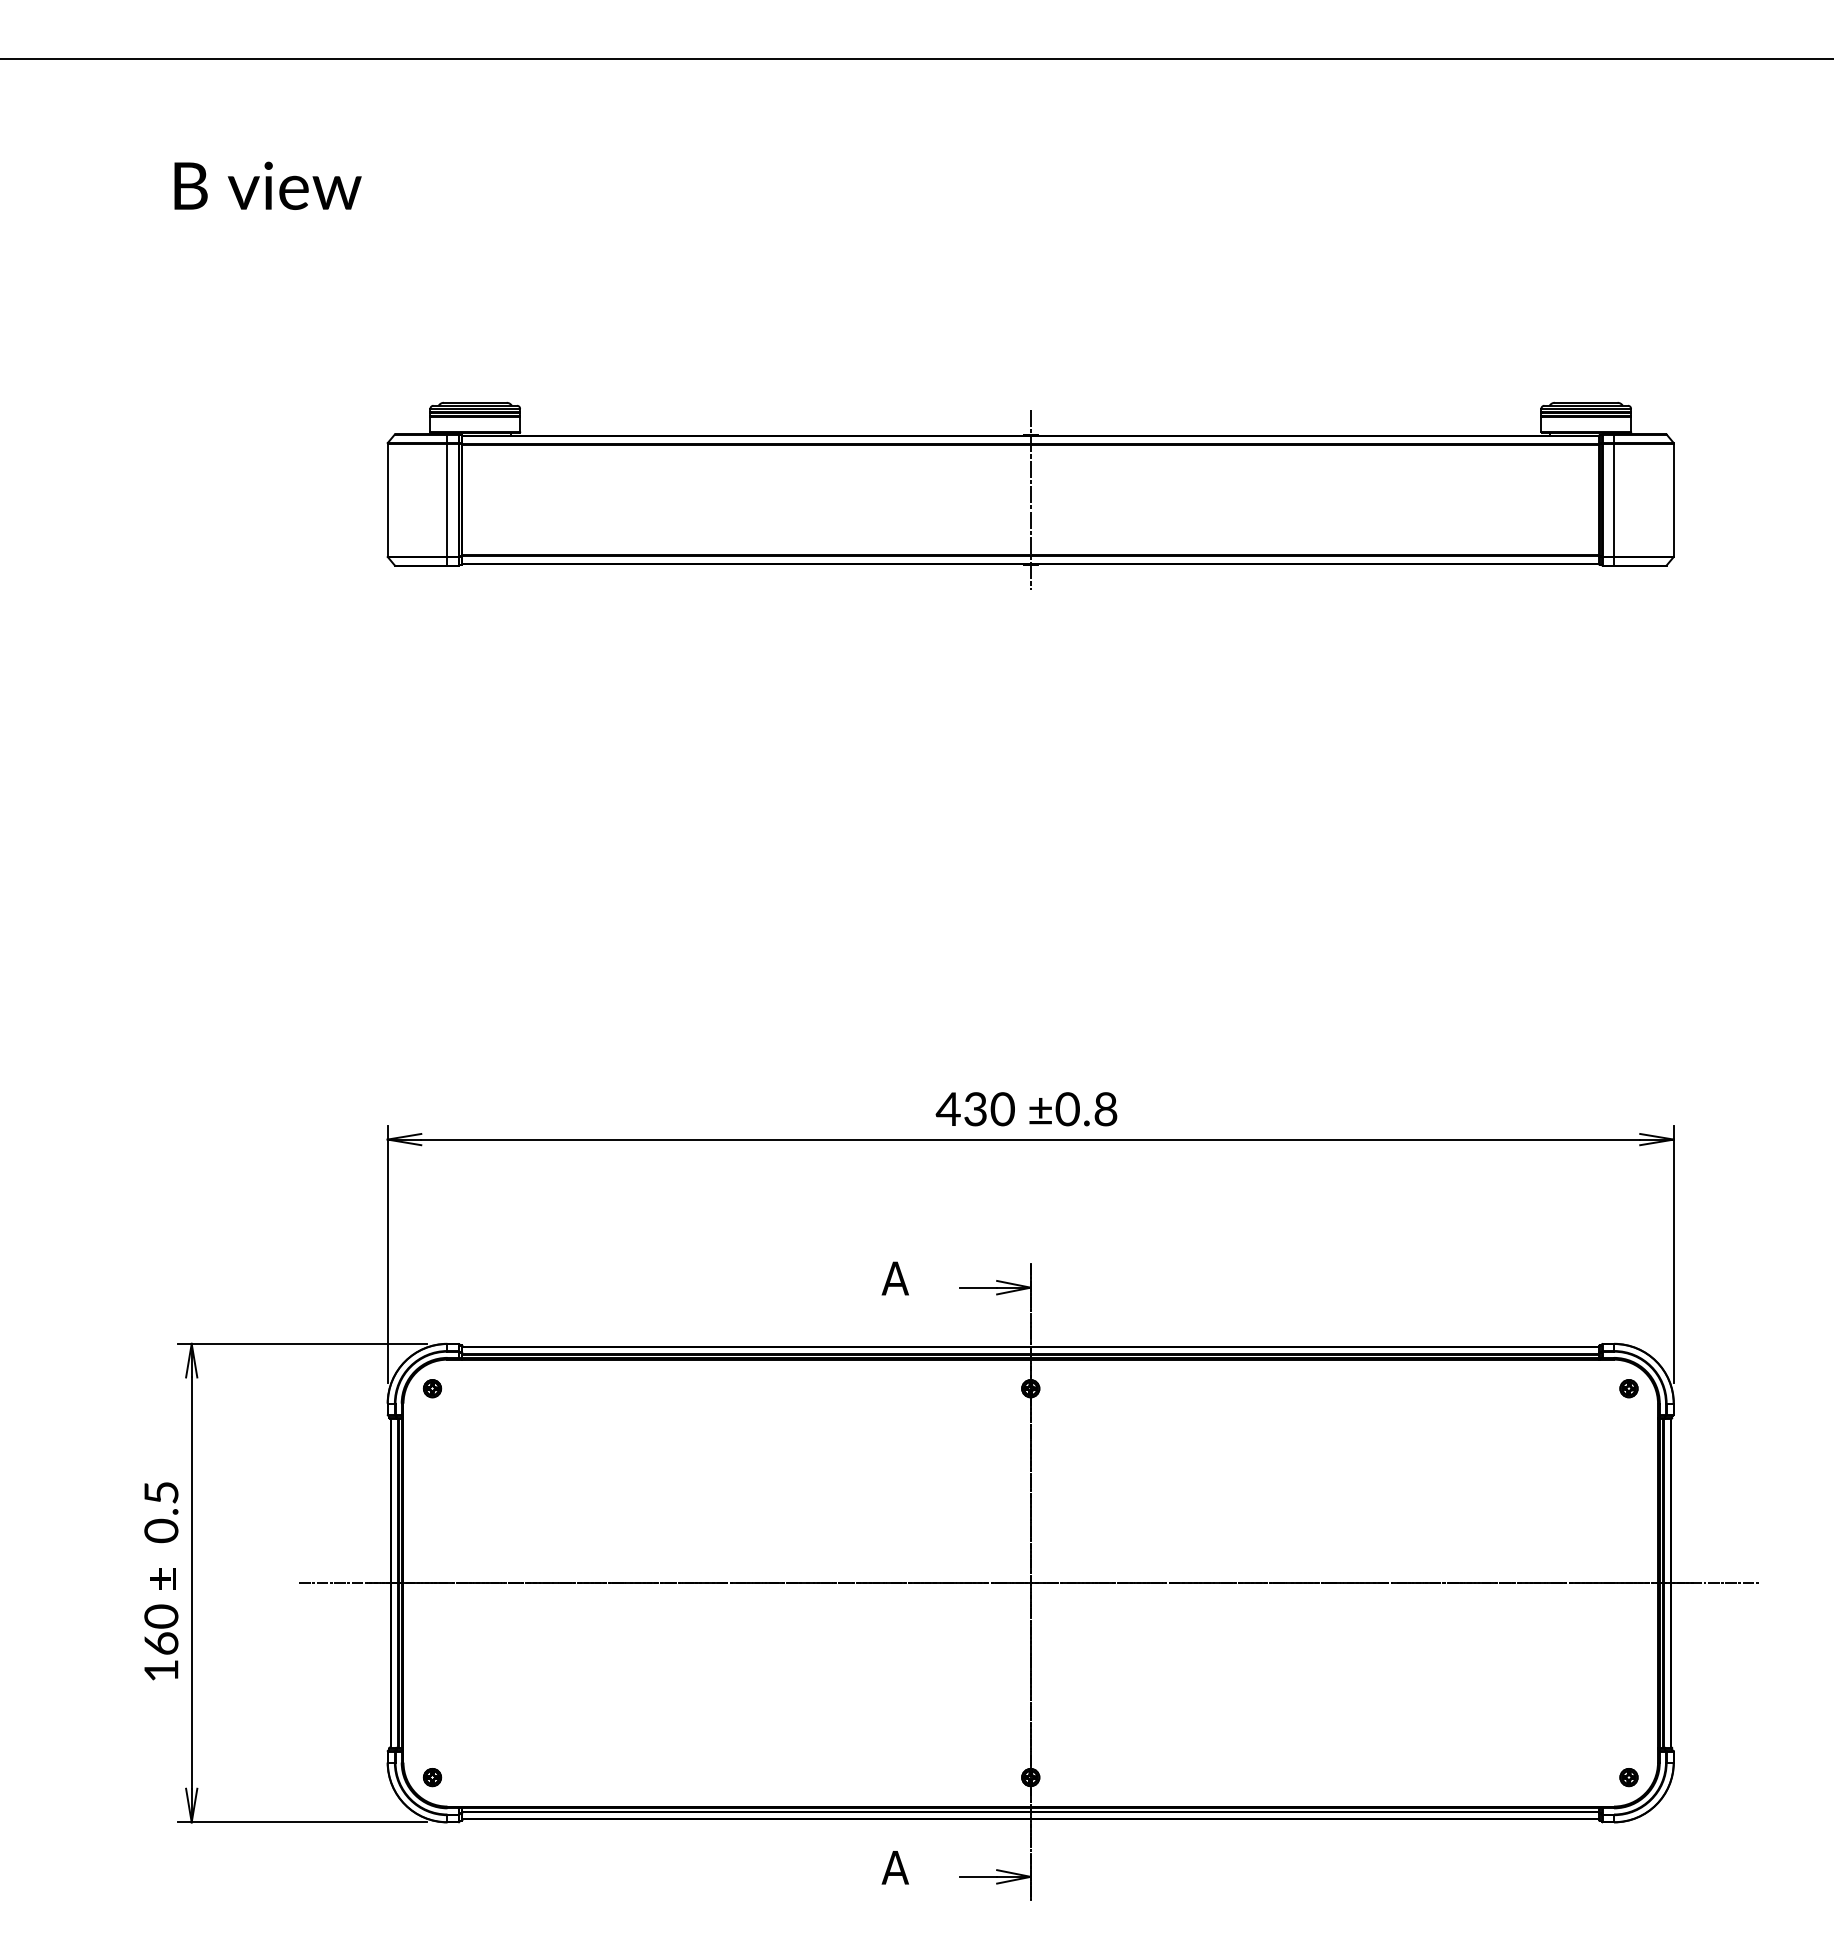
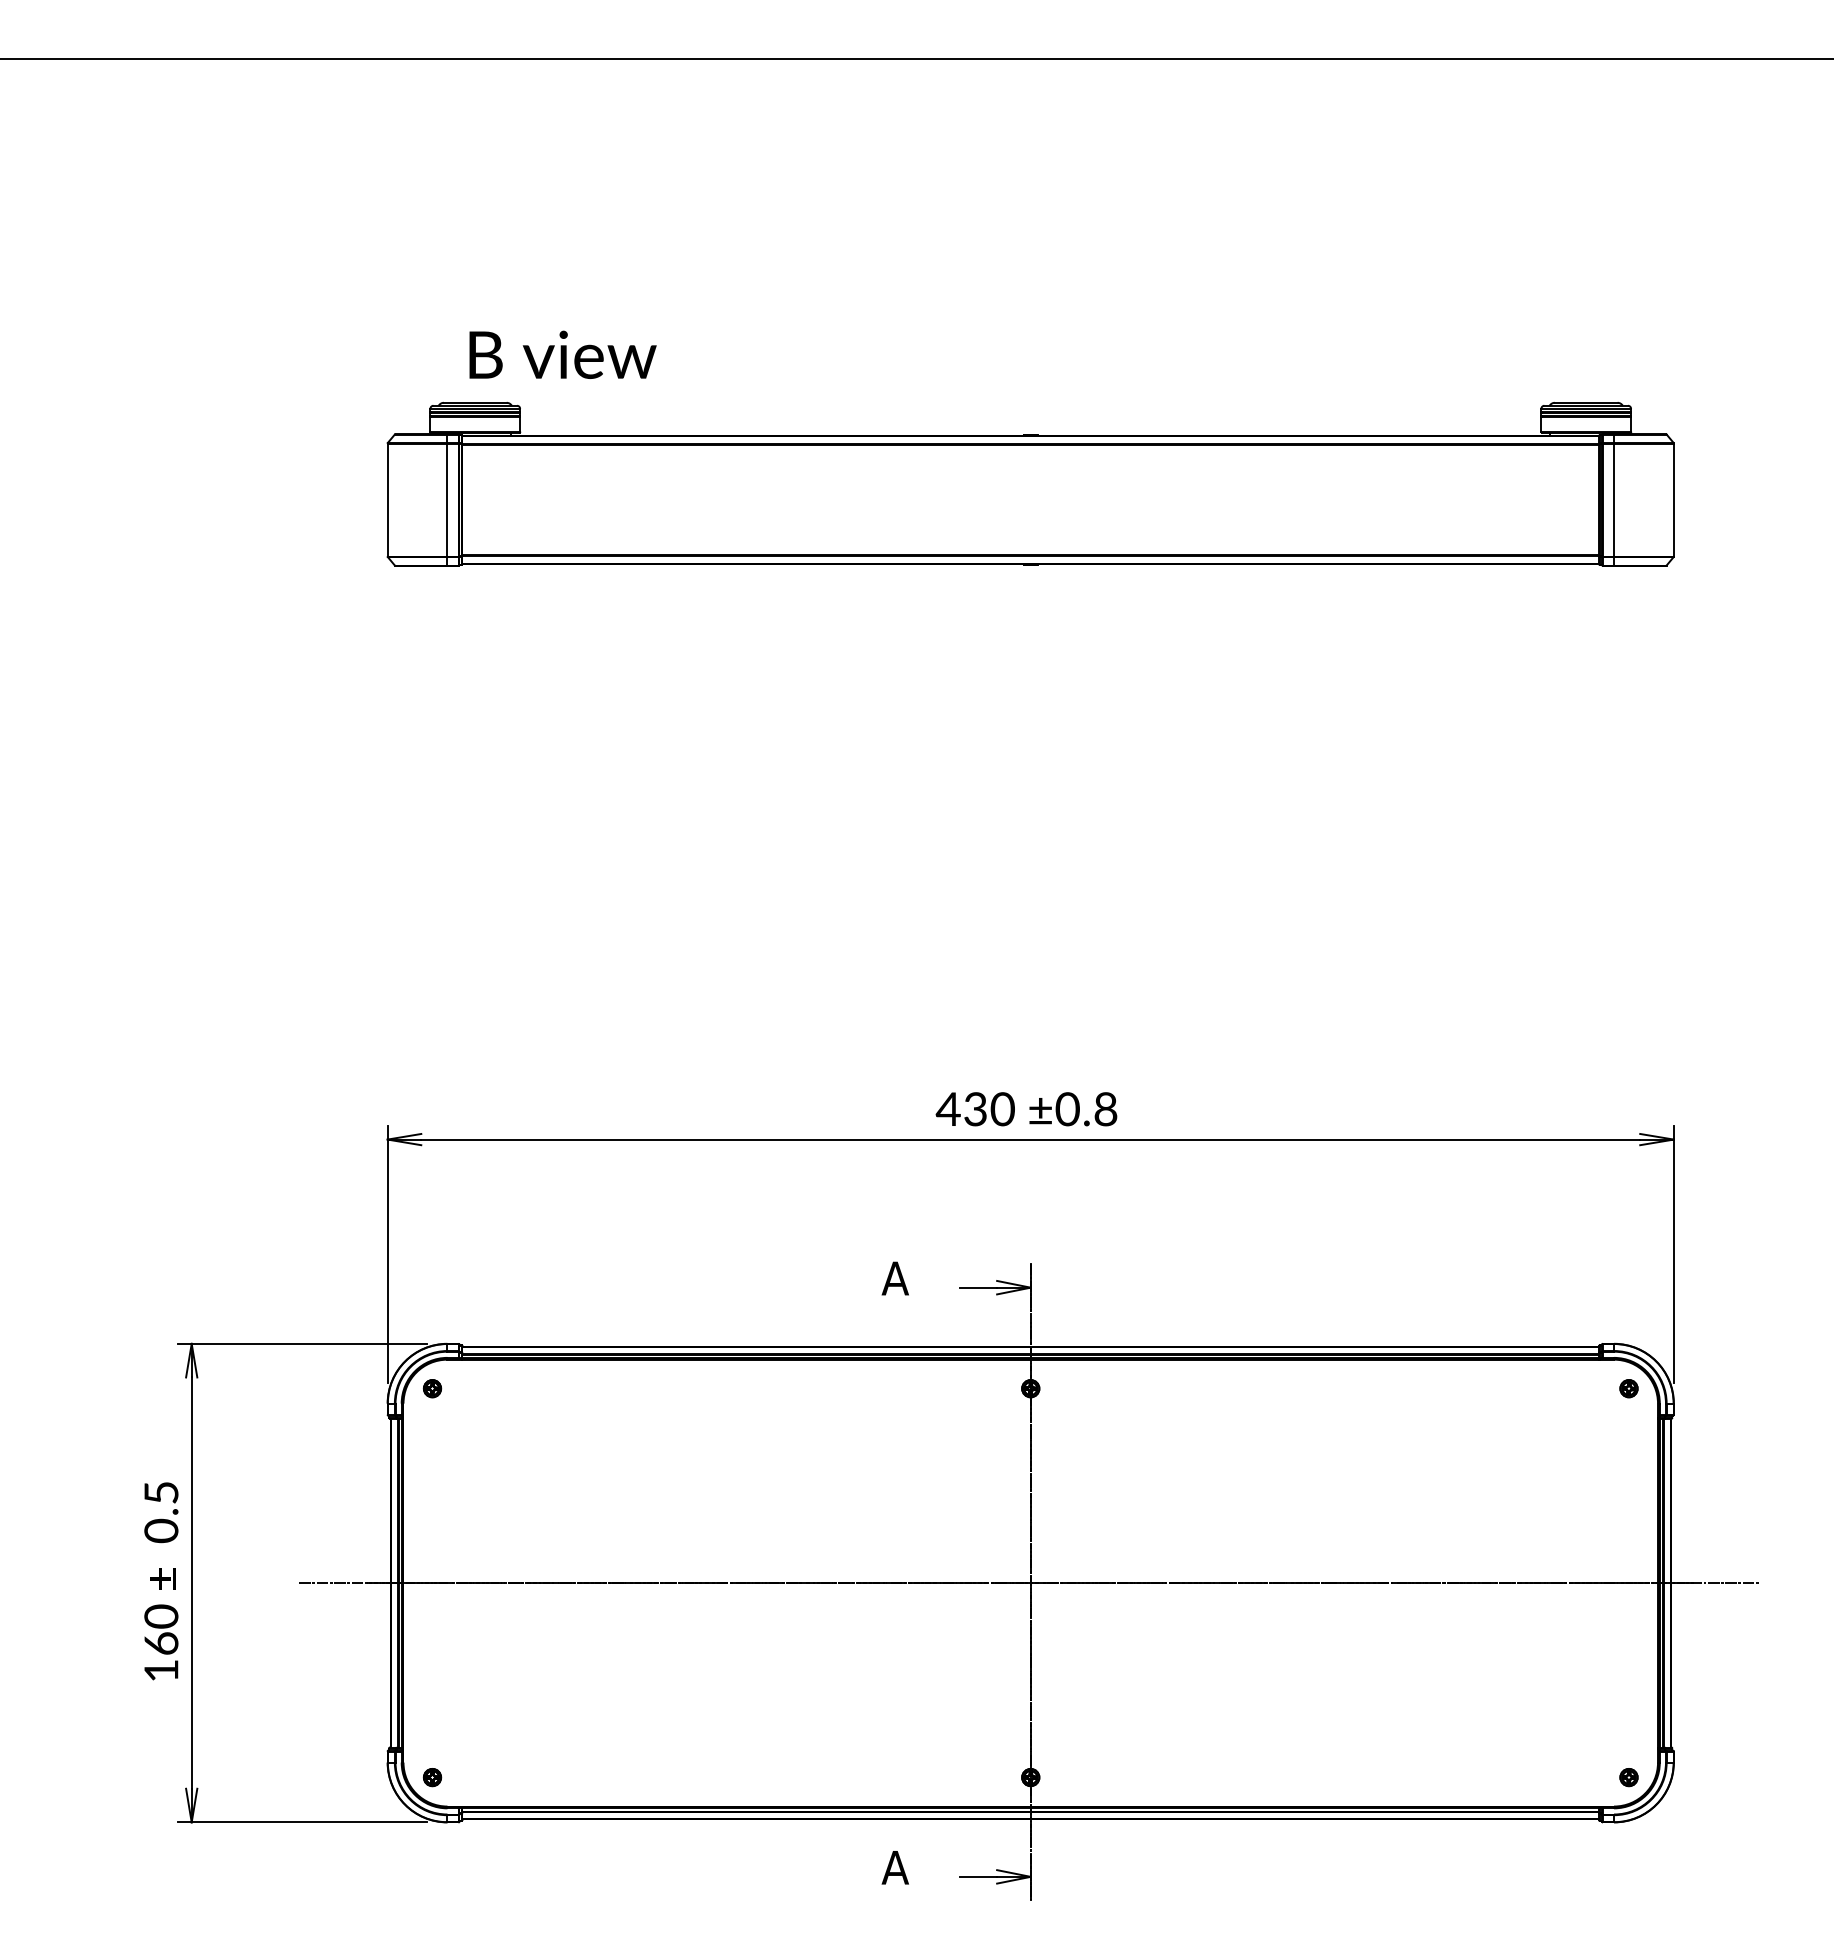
text at (267, 185) position: (267, 185) -> (562, 354)
line at (1030, 499): present -> none
